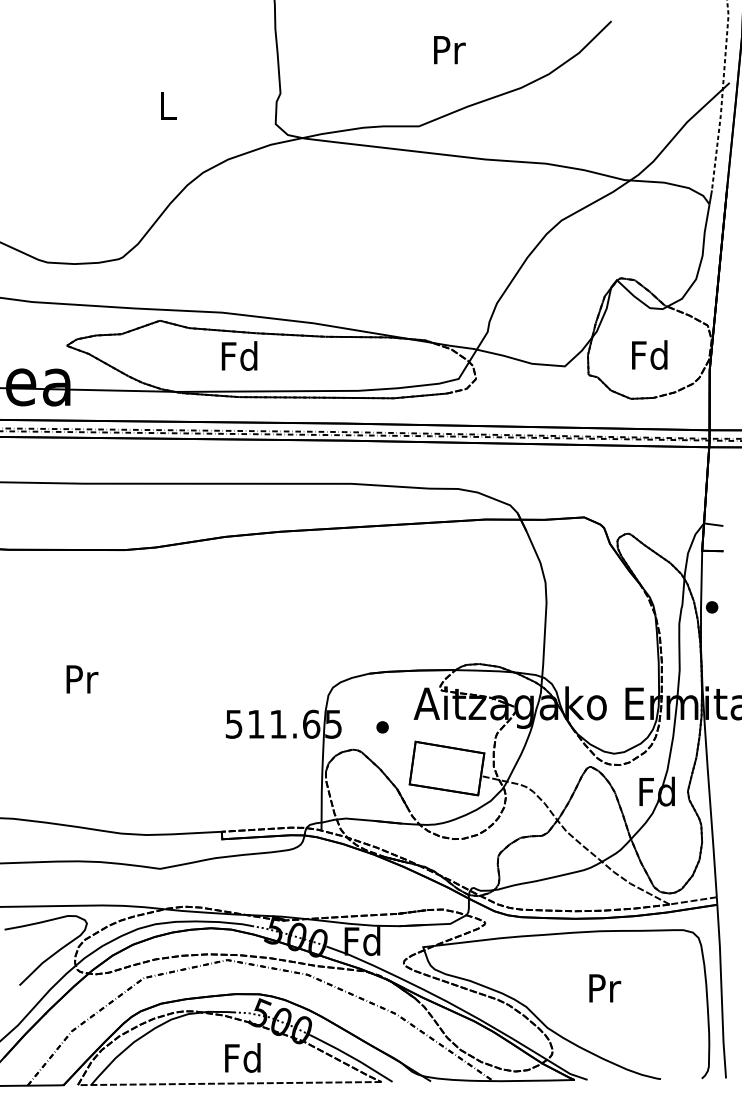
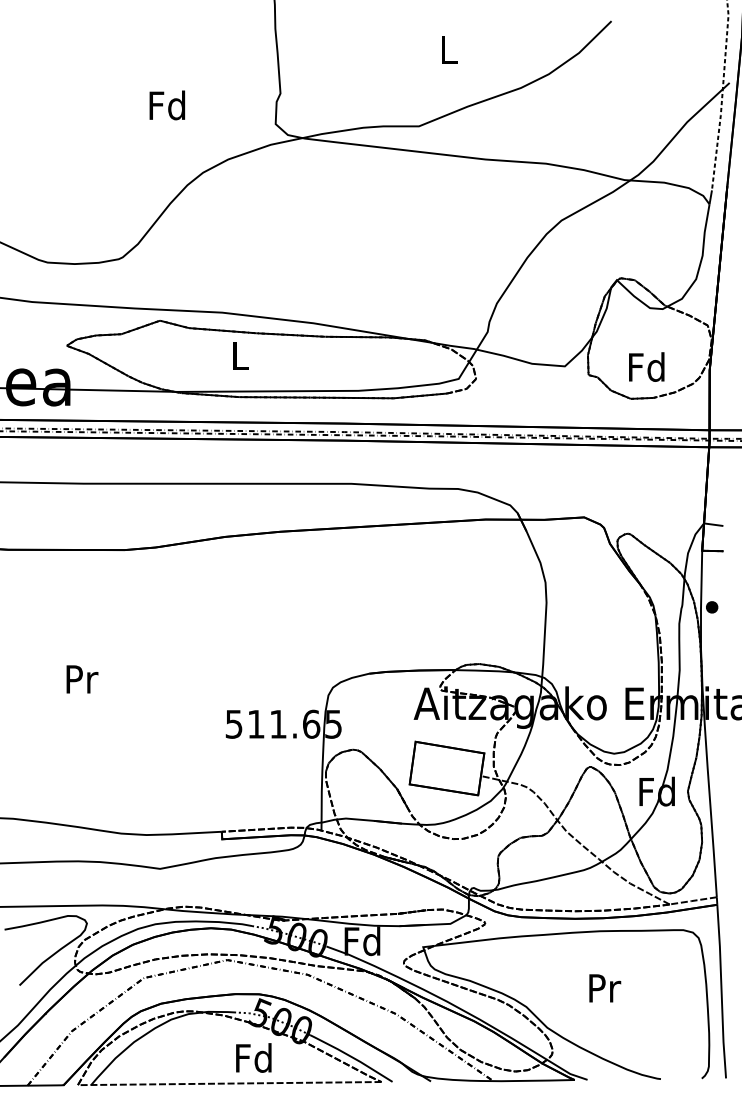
text at (449, 50): Pr -> L
text at (167, 105): L -> Fd
text at (649, 354) position: (649, 354) -> (646, 366)
text at (239, 355): Fd -> L
part at (382, 727): present -> none
text at (242, 1057) position: (242, 1057) -> (253, 1057)
